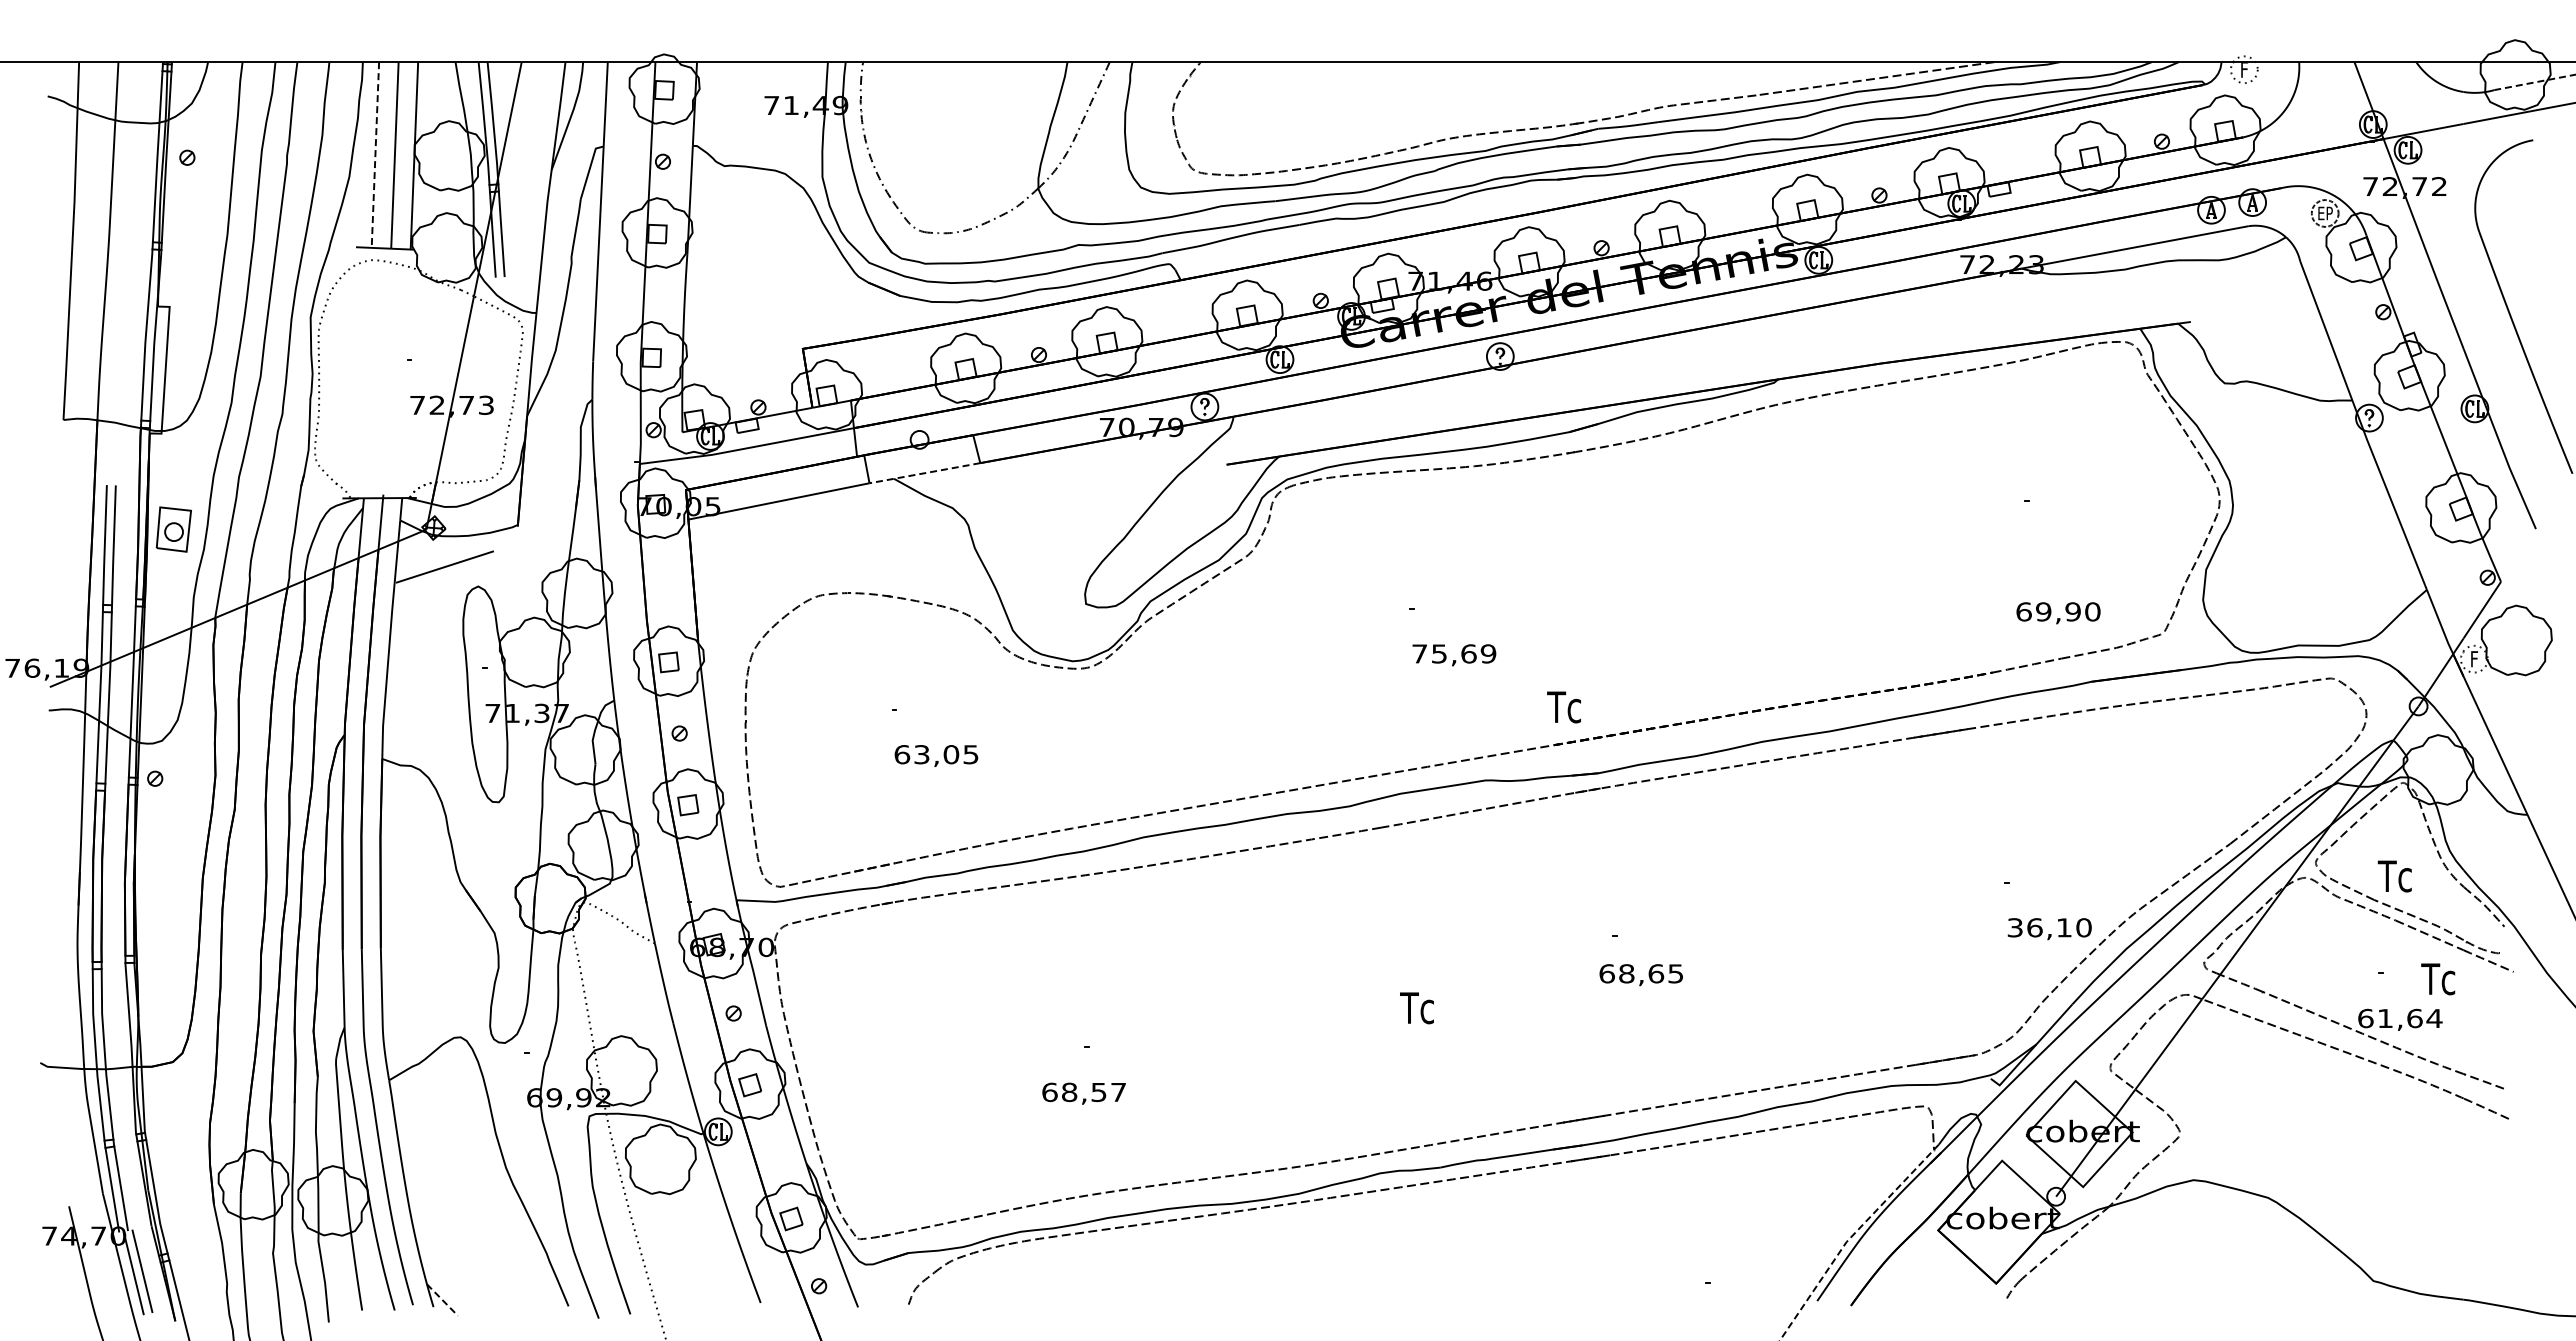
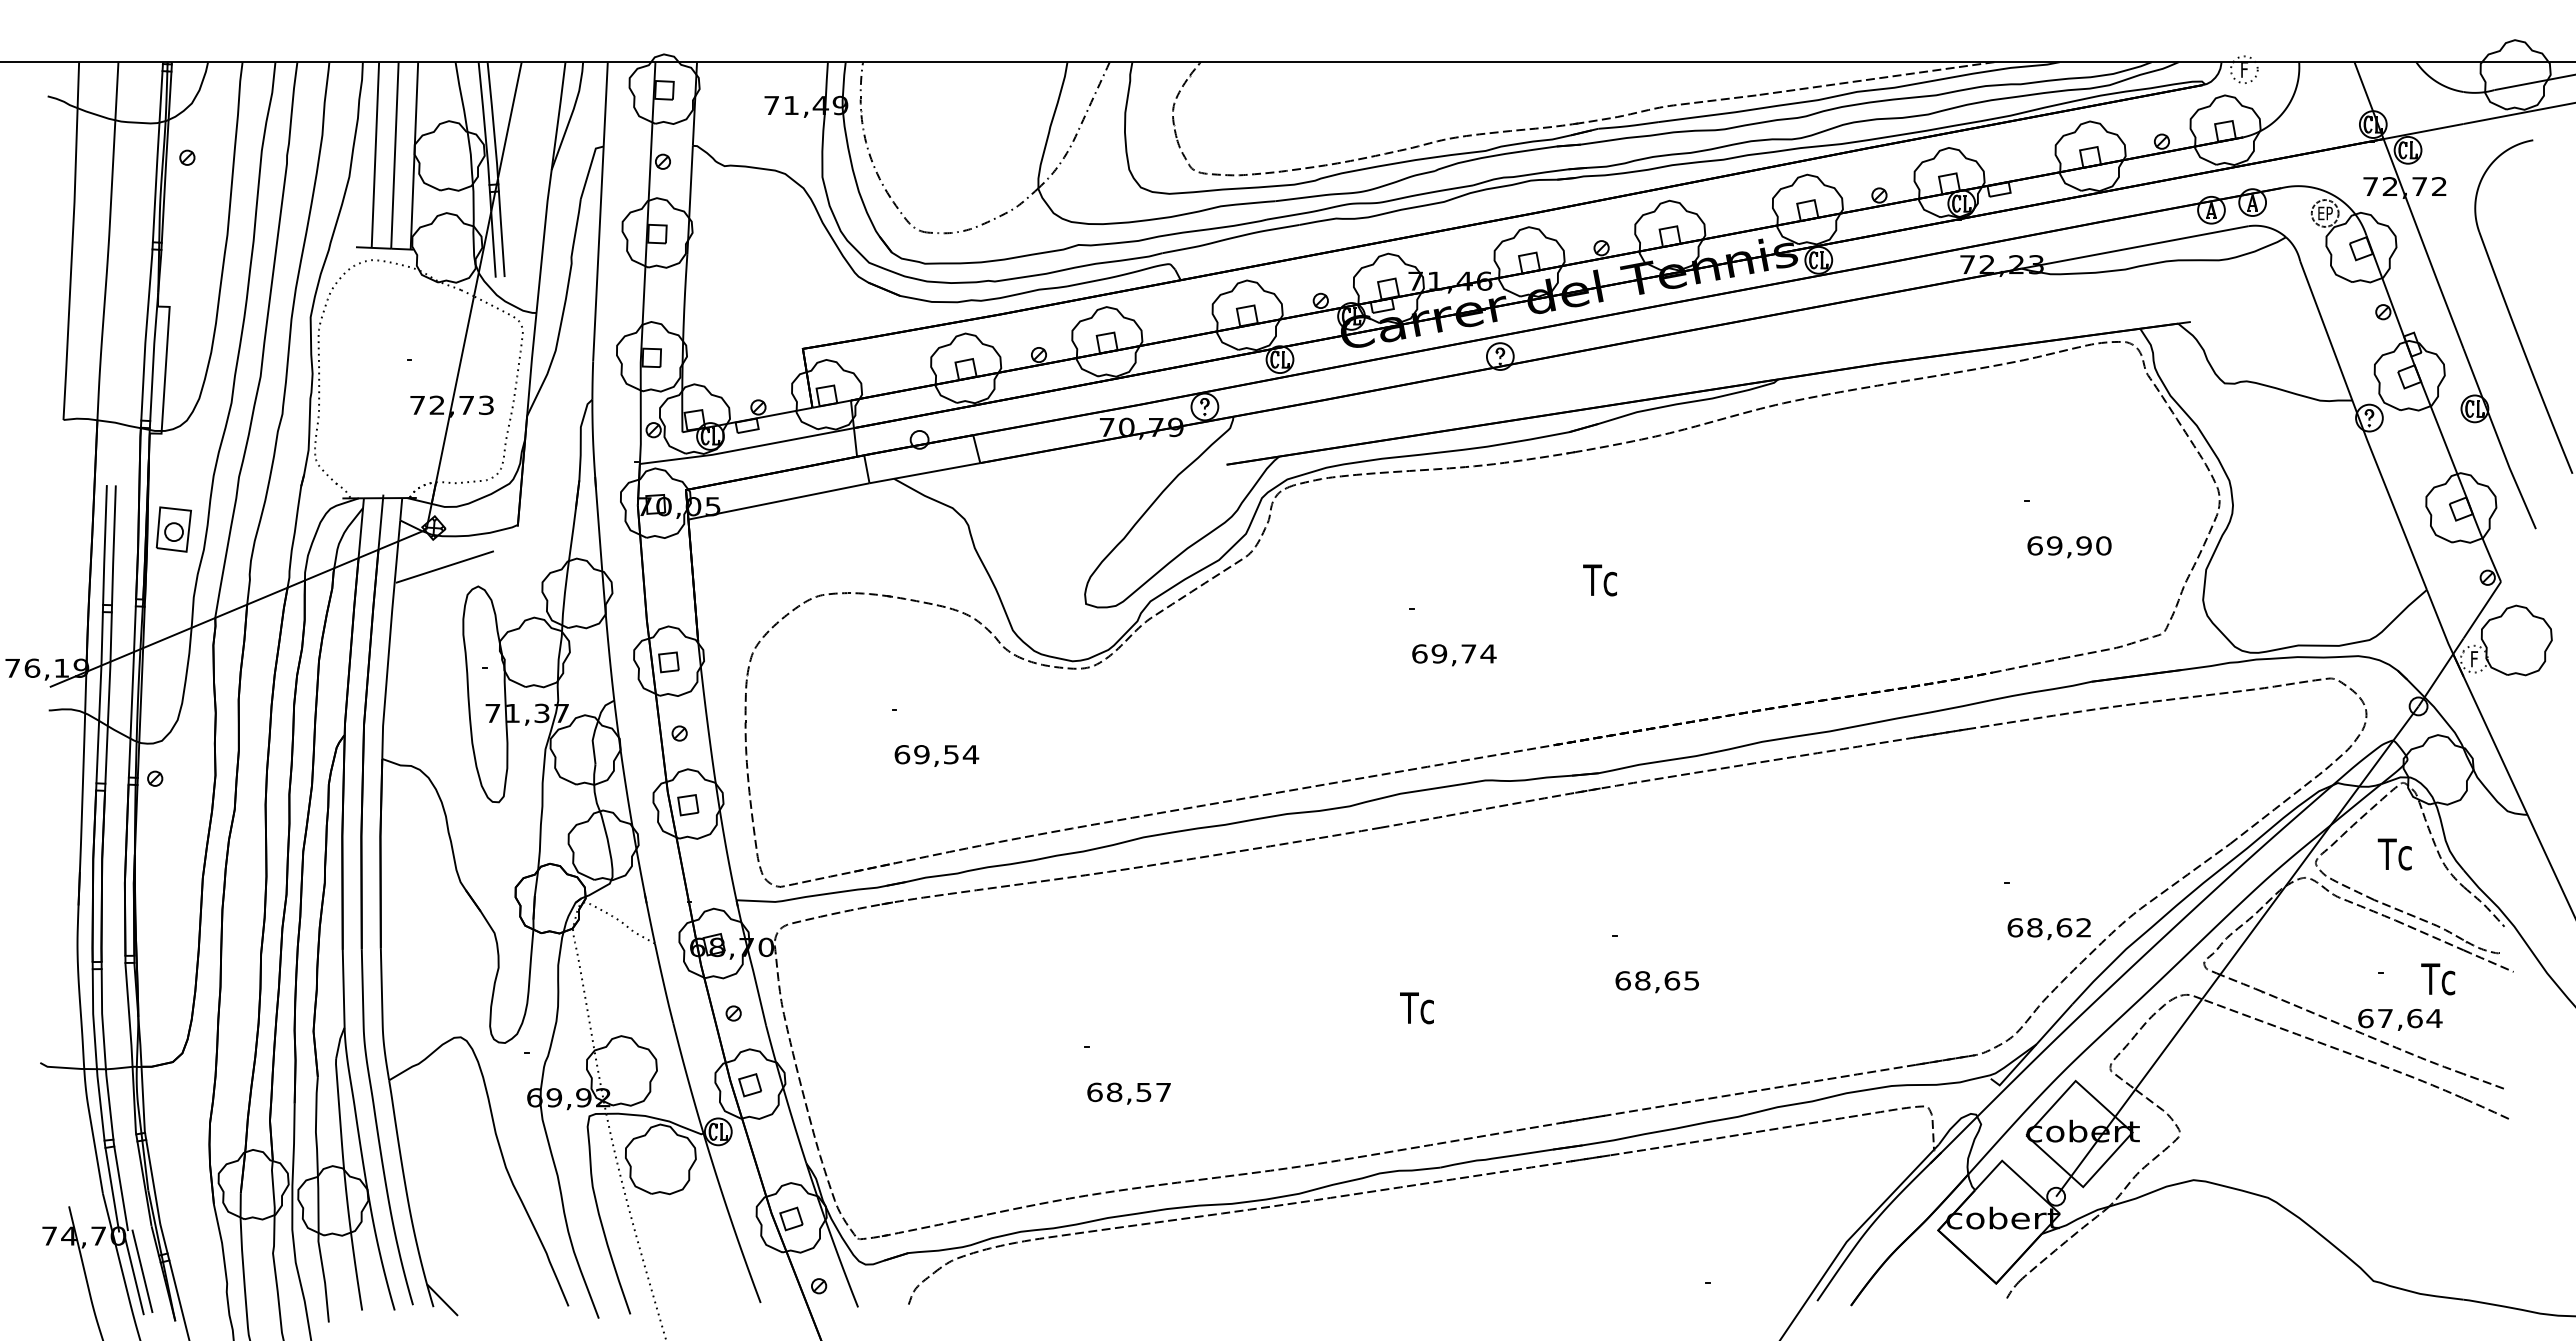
line at (2534, 82): dashed -> solid
line at (375, 155): dashed -> solid
line at (924, 473): dashed -> solid
text at (2058, 613) position: (2058, 613) -> (2069, 547)
text at (1454, 653): 75,69 -> 69,74
text at (1563, 707) position: (1563, 707) -> (1599, 580)
text at (946, 754): 63,05 -> 69,54
text at (2394, 876) position: (2394, 876) -> (2394, 854)
text at (2049, 927): 36,10 -> 68,62
text at (1640, 975) position: (1640, 975) -> (1656, 982)
text at (2385, 1018): 61,64 -> 67,64
text at (1083, 1093) position: (1083, 1093) -> (1128, 1093)
line at (1849, 1239): dashed -> solid
line at (442, 1300): dashed -> solid
